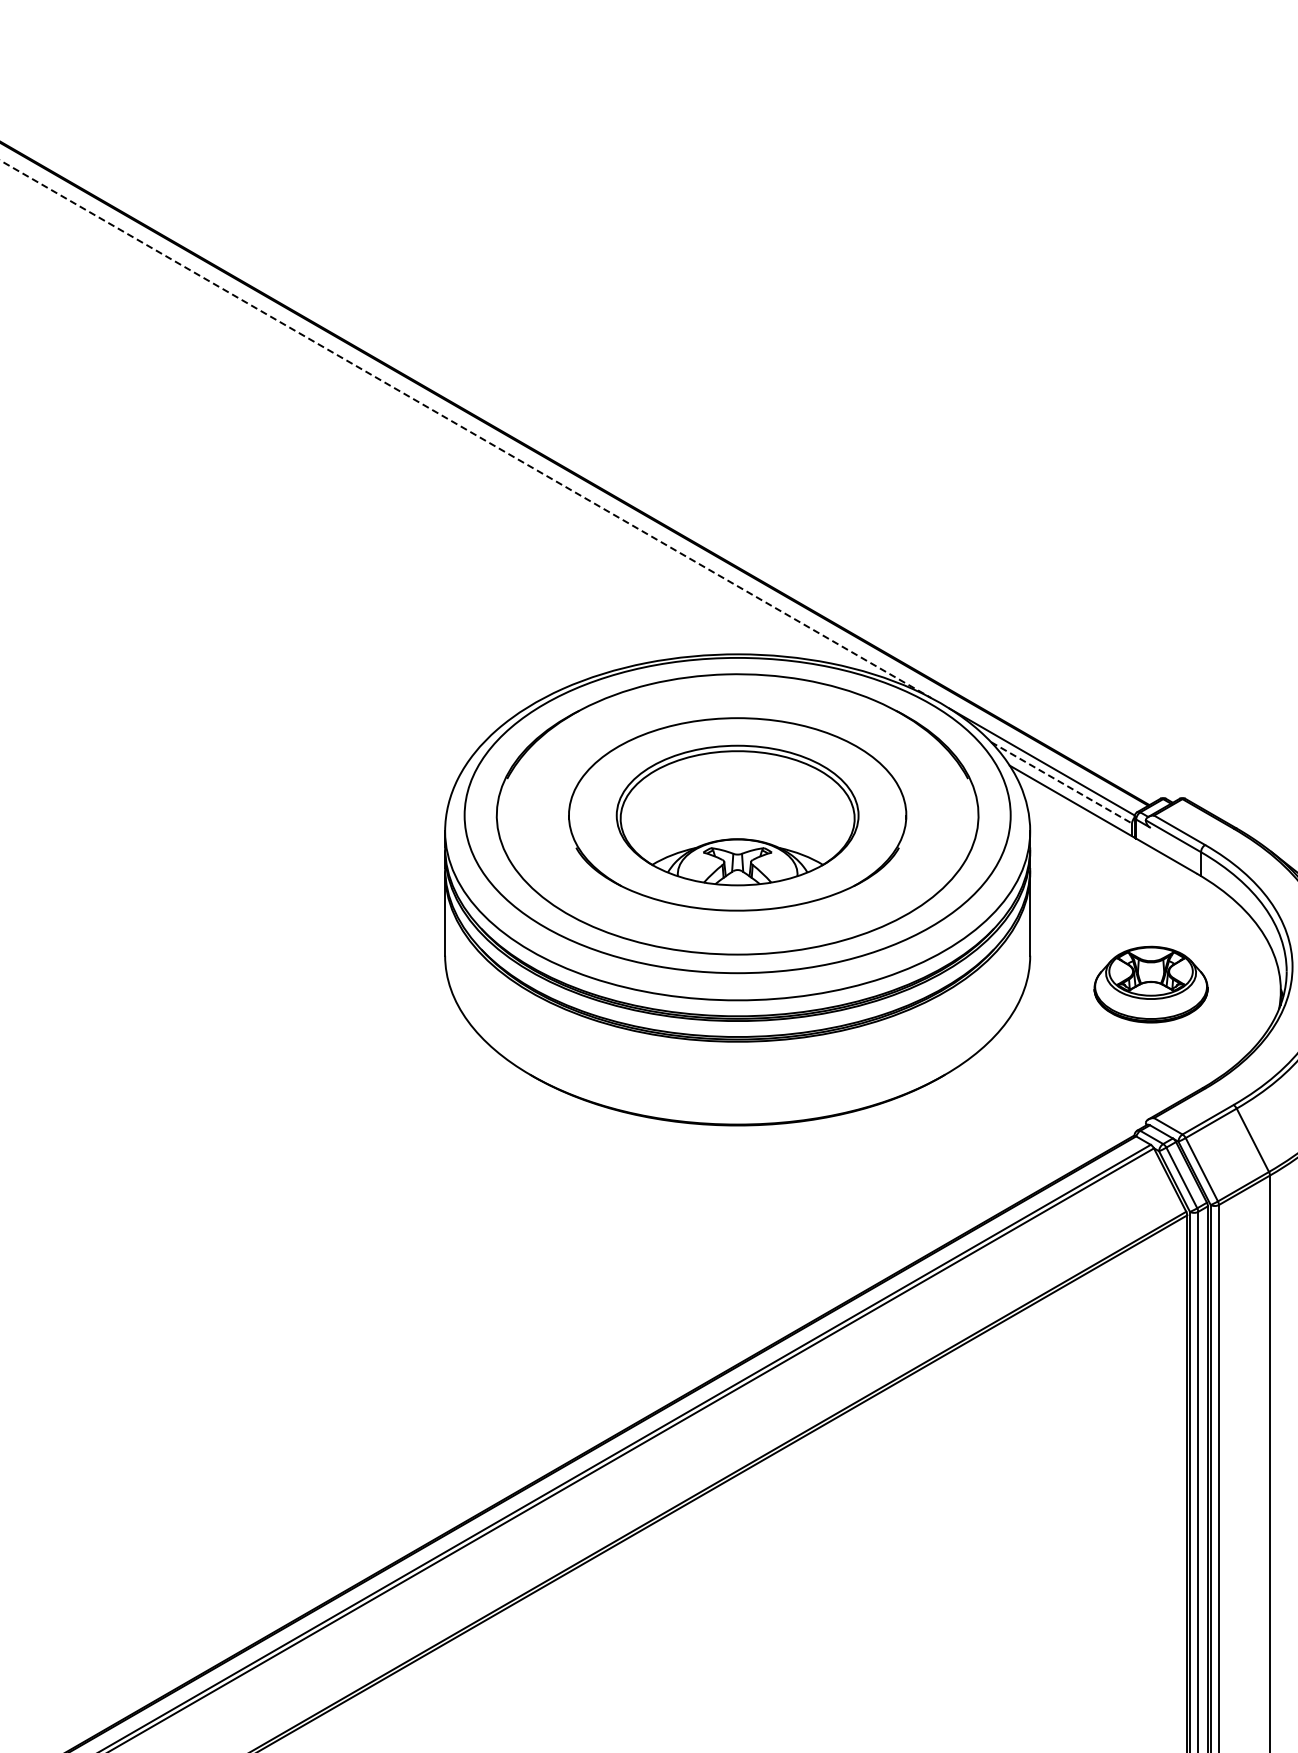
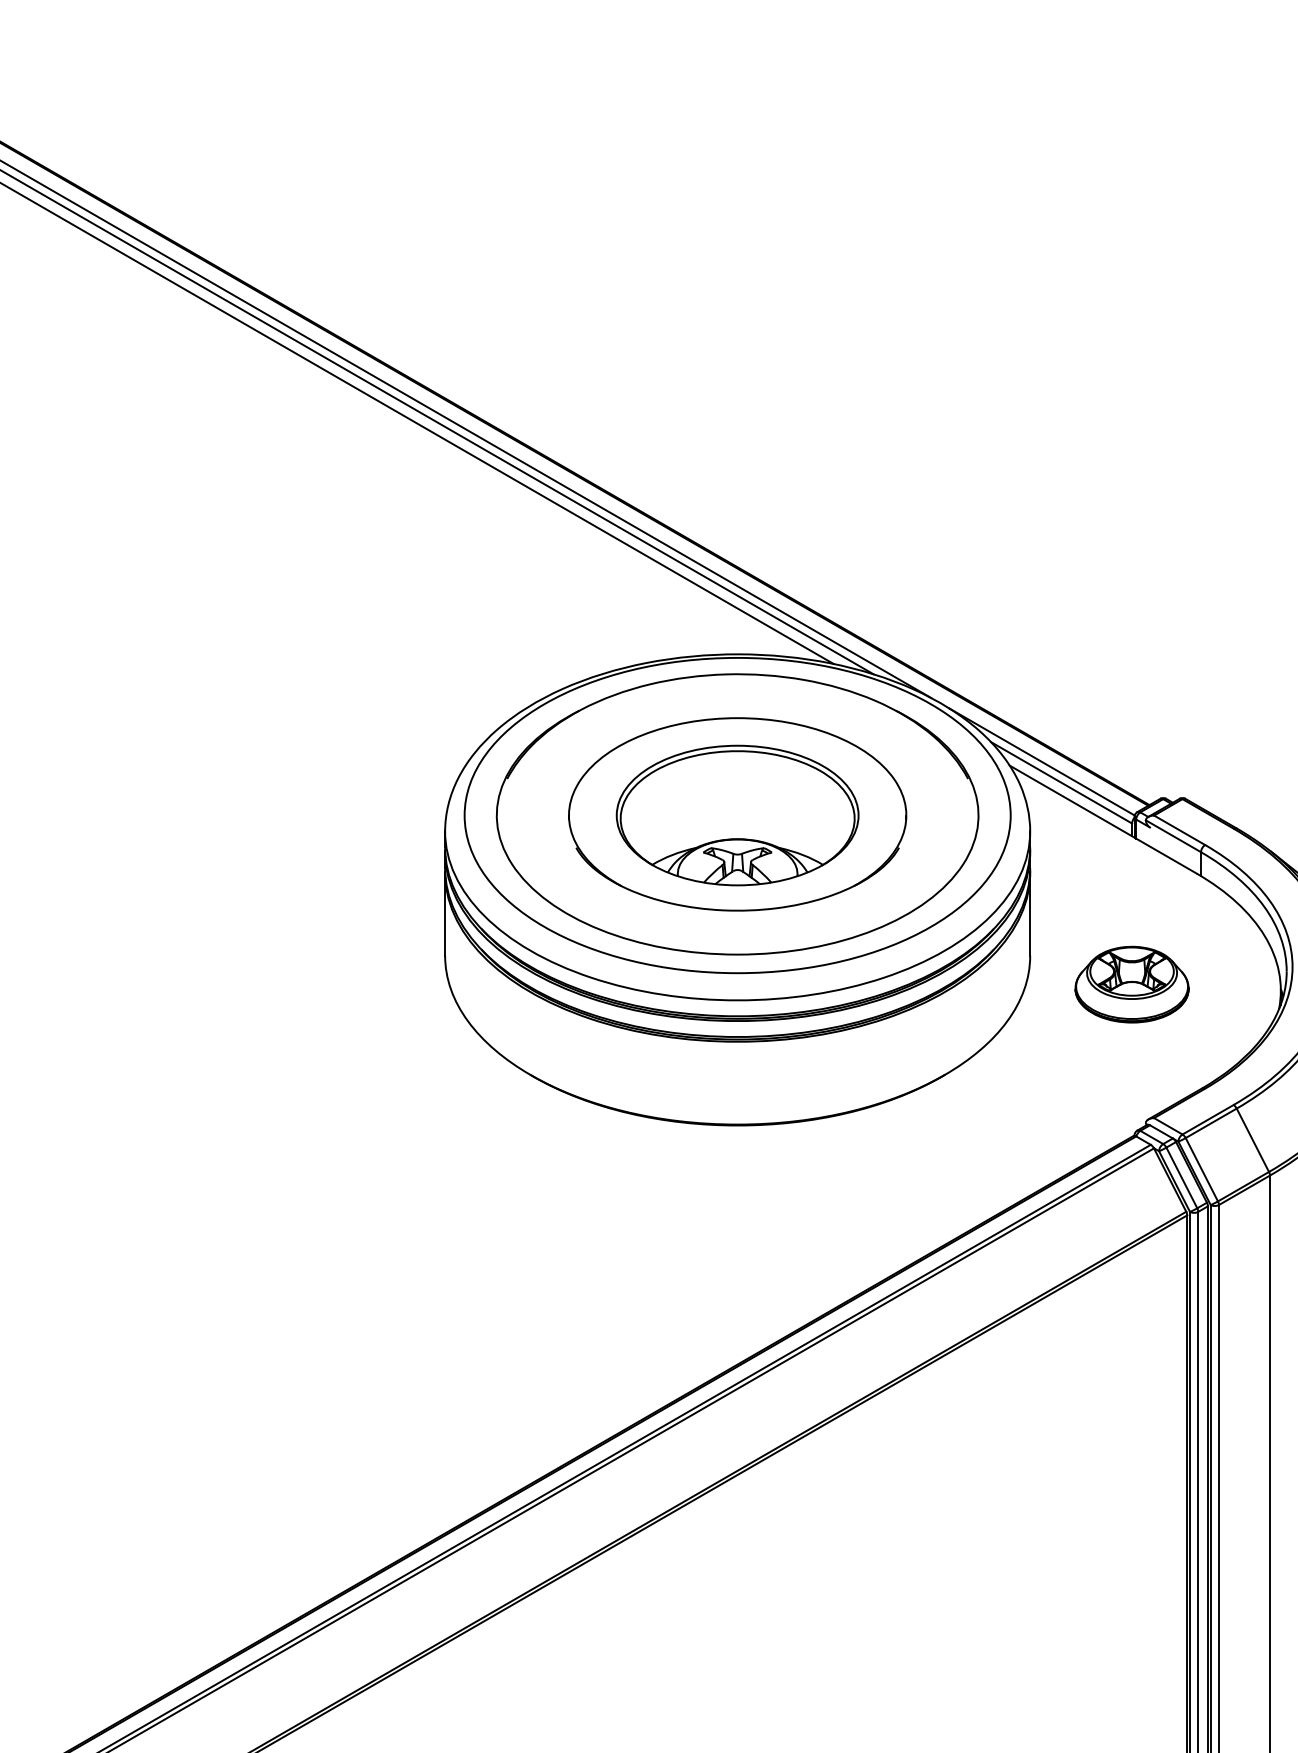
line at (437, 422): none -> present
line at (417, 423): none -> present
line at (466, 429): dashed -> solid
line at (1062, 783): dashed -> solid
part at (1150, 984) position: (1150, 984) -> (1131, 984)
